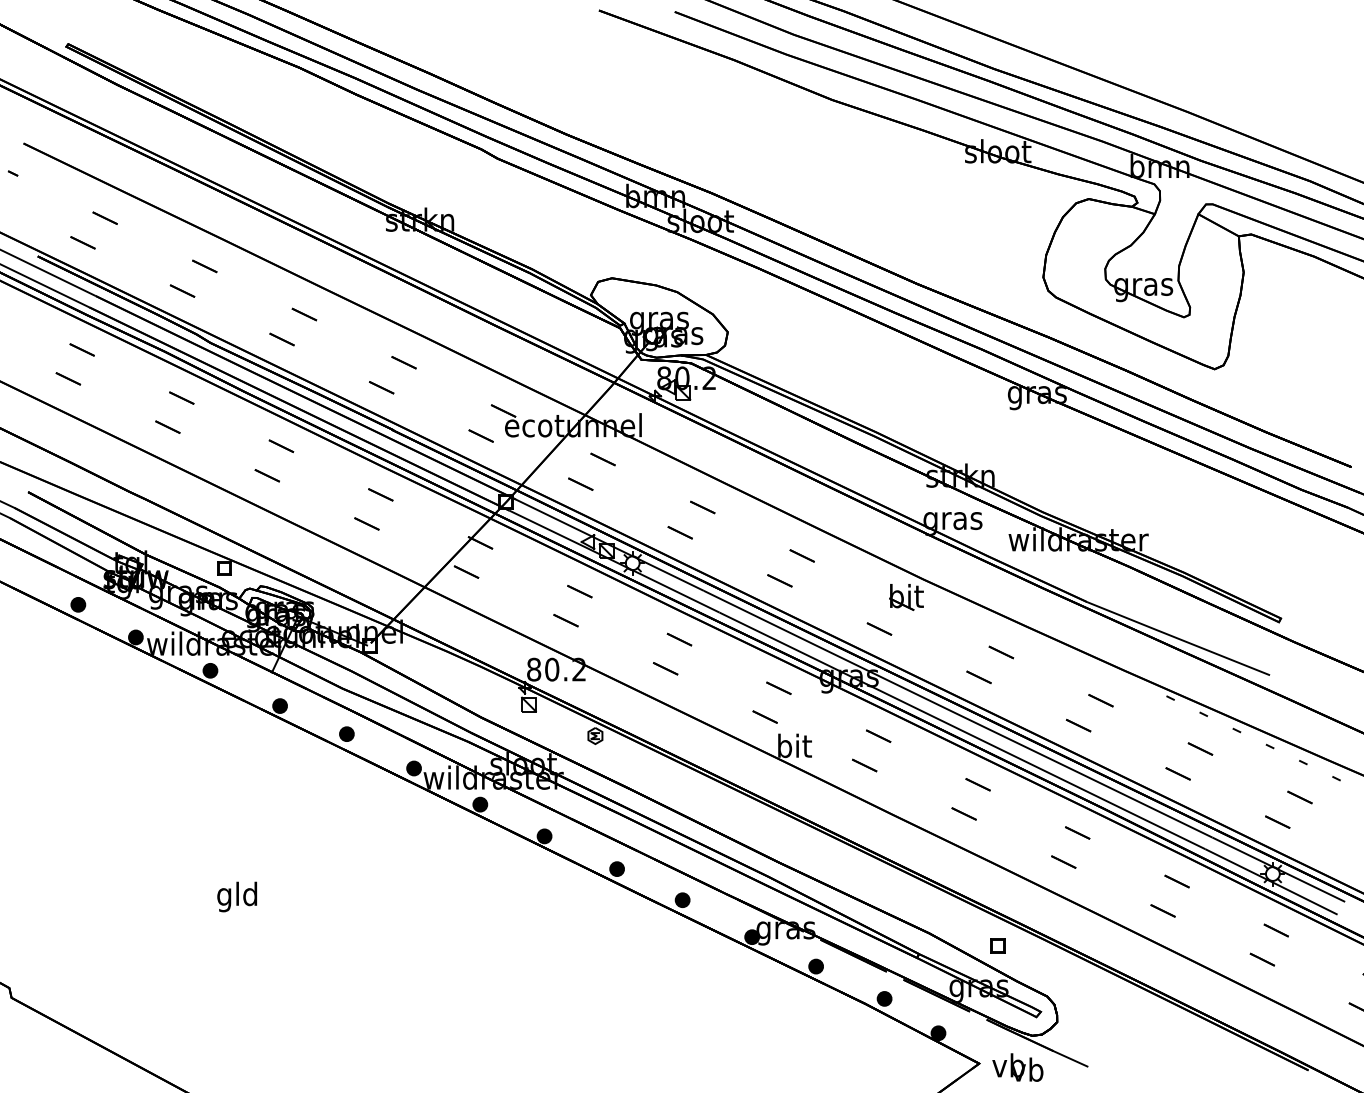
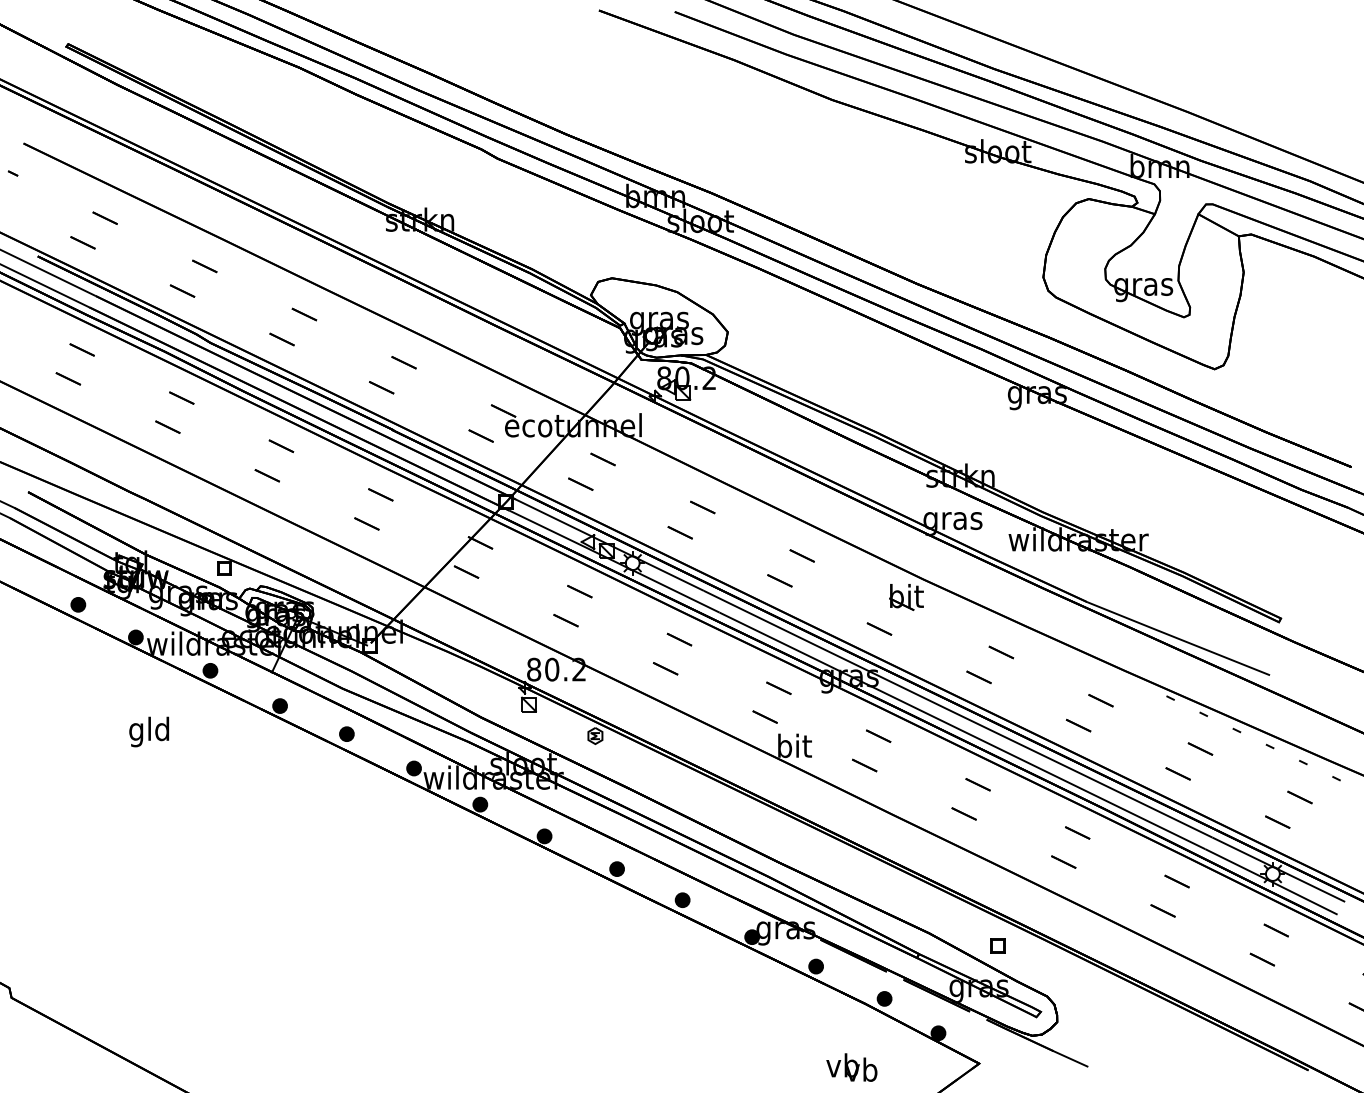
text at (236, 896) position: (236, 896) -> (148, 731)
text at (1017, 1067) position: (1017, 1067) -> (851, 1067)
